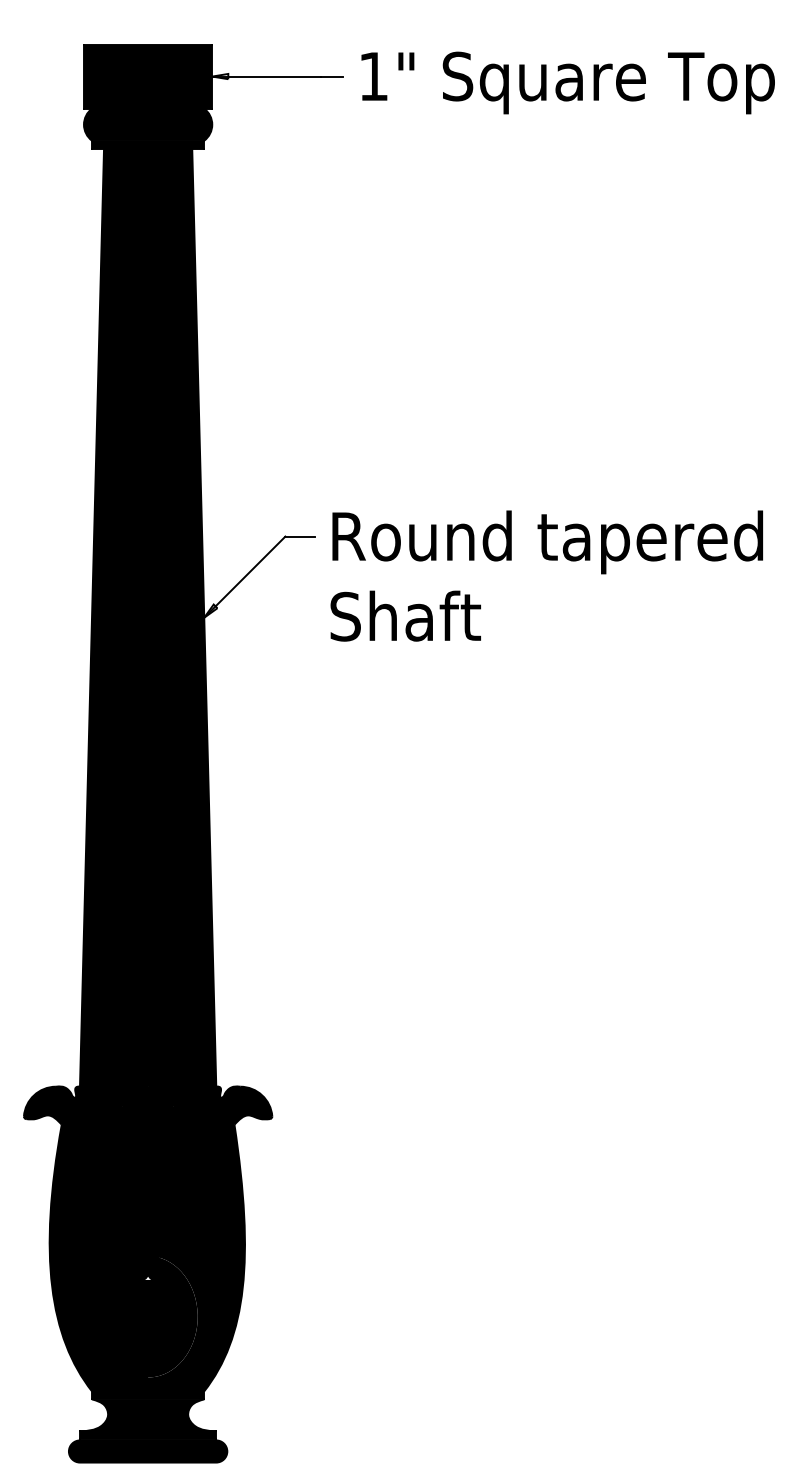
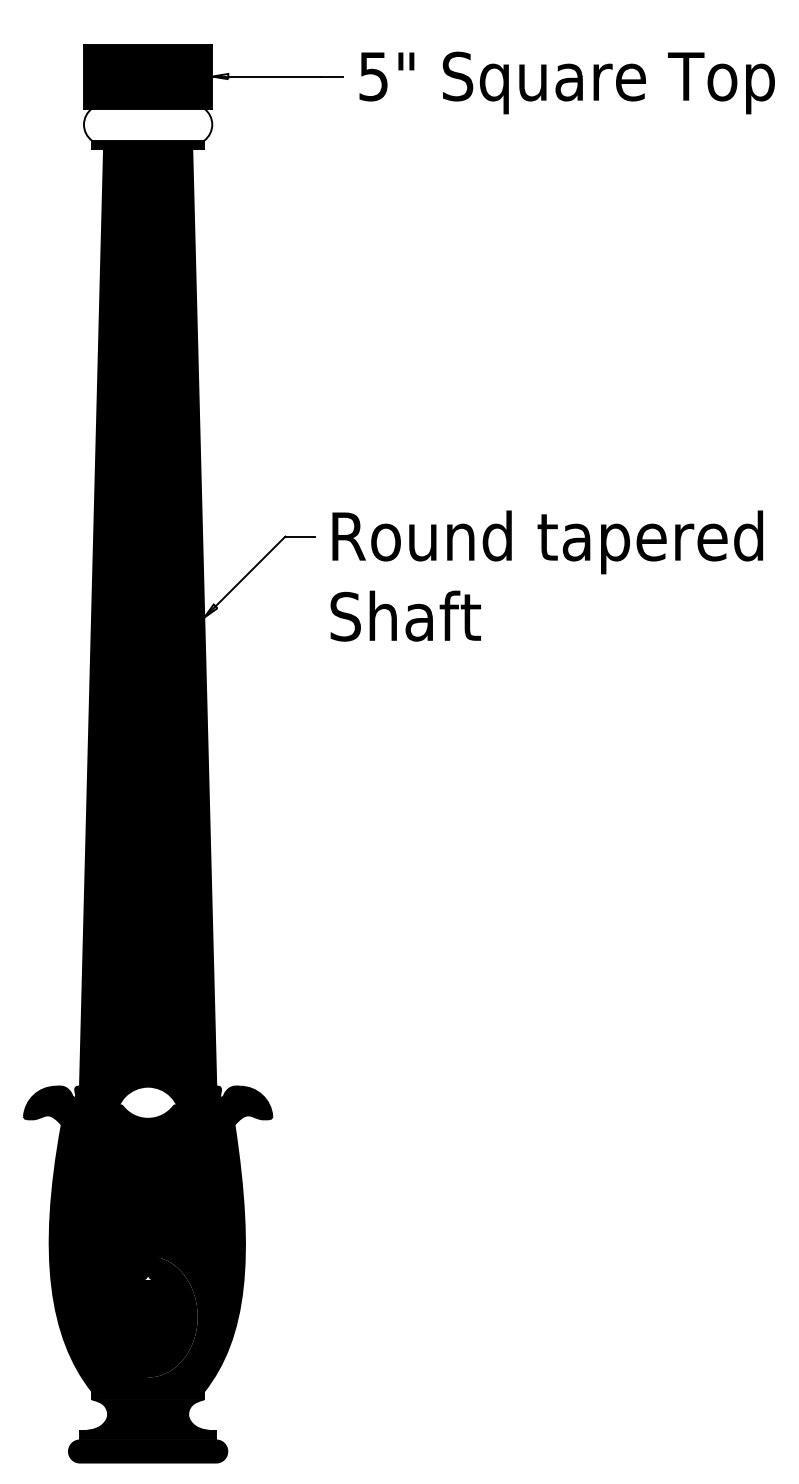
text at (373, 76): 1" -> 5"
fill at (147, 124): present -> none
fill at (147, 1102): present -> none
